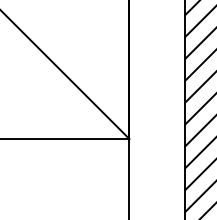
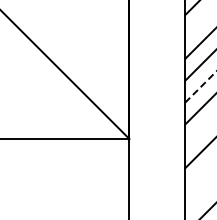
line at (199, 22): present -> none
line at (201, 86): solid -> dashed
line at (199, 131): present -> none
line at (199, 175): present -> none
line at (199, 197): present -> none
